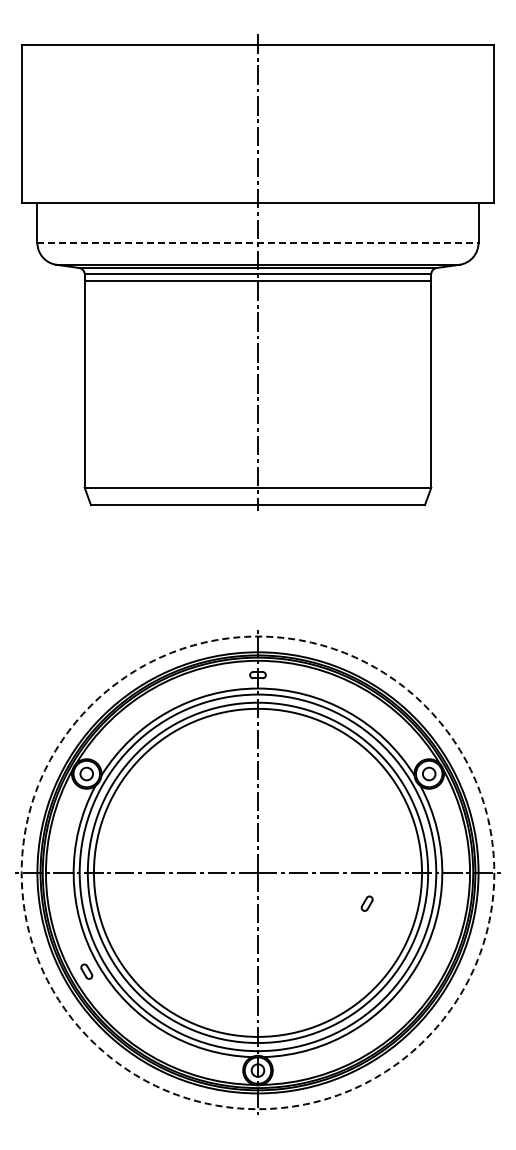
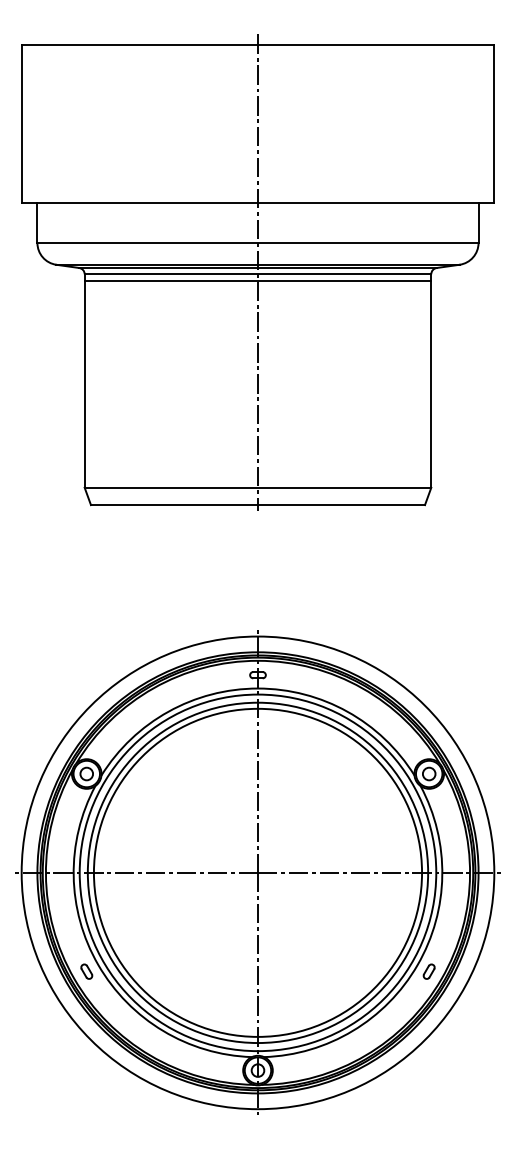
line at (257, 242): dashed -> solid
circle at (257, 872): dashed -> solid
part at (366, 903) position: (366, 903) -> (428, 971)
